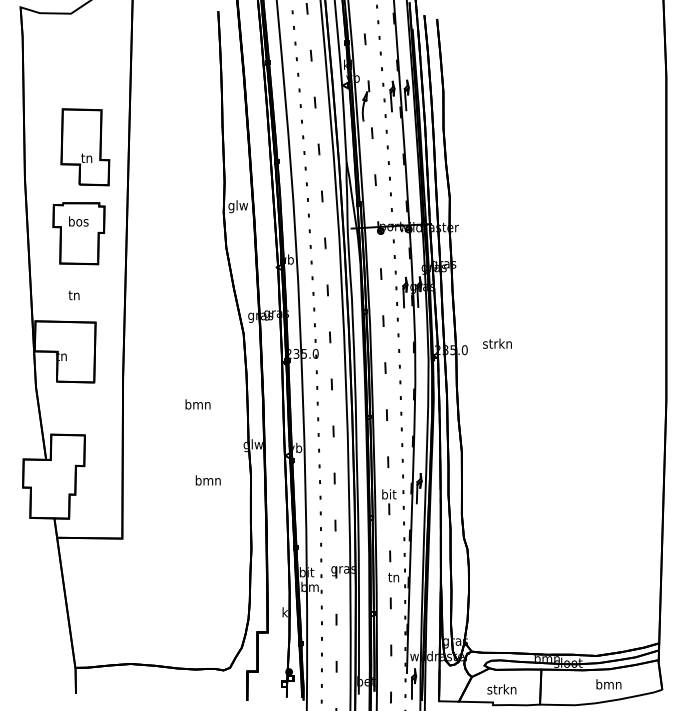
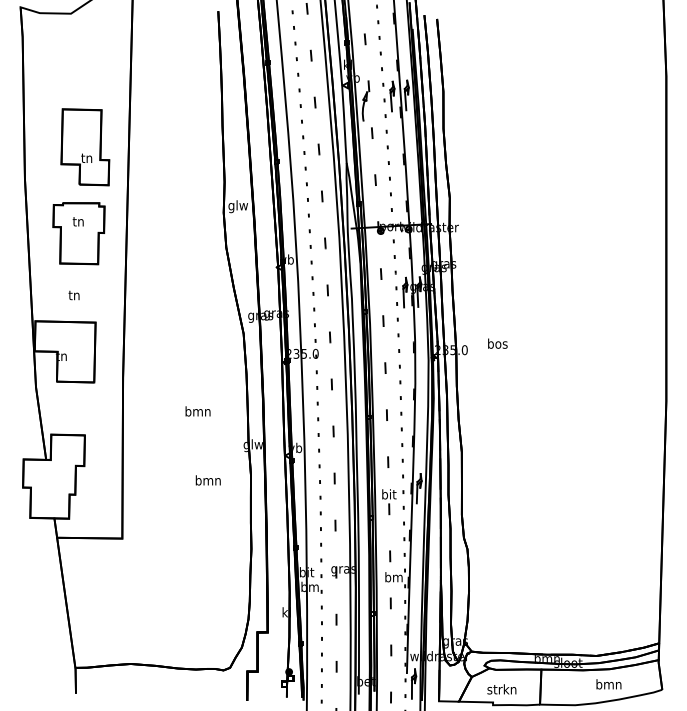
text at (78, 221): bos -> tn
text at (497, 343): strkn -> bos
text at (197, 404) position: (197, 404) -> (197, 411)
text at (393, 577): tn -> bm
